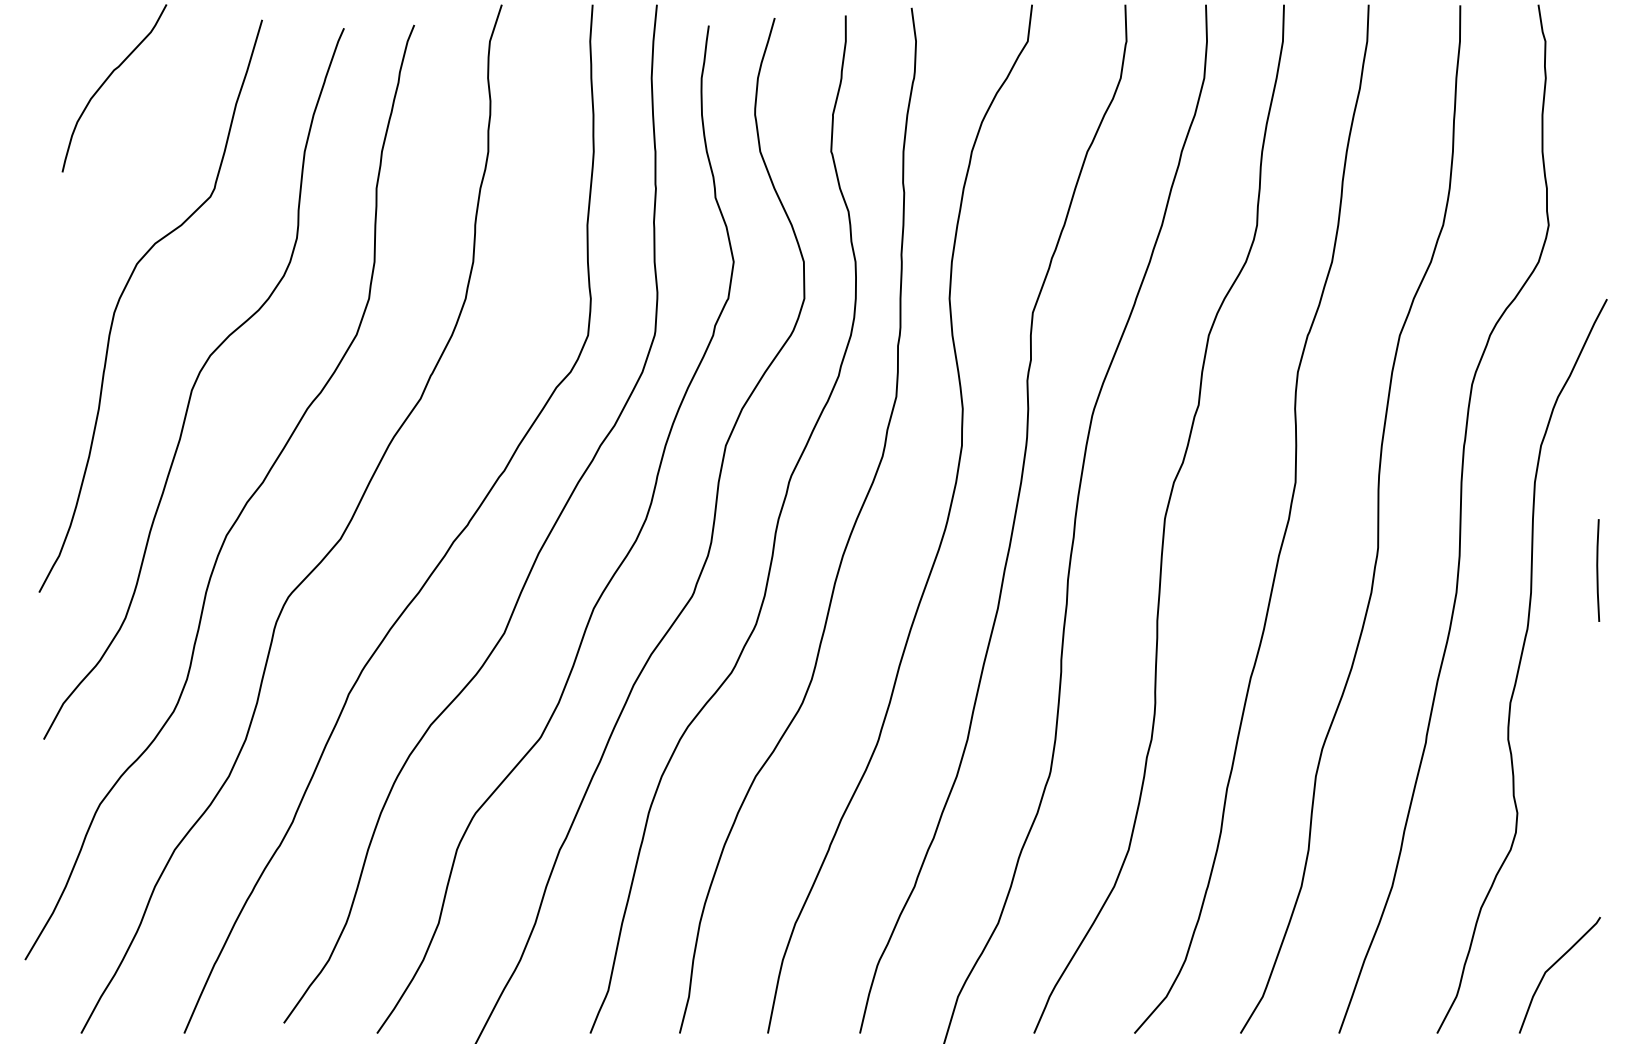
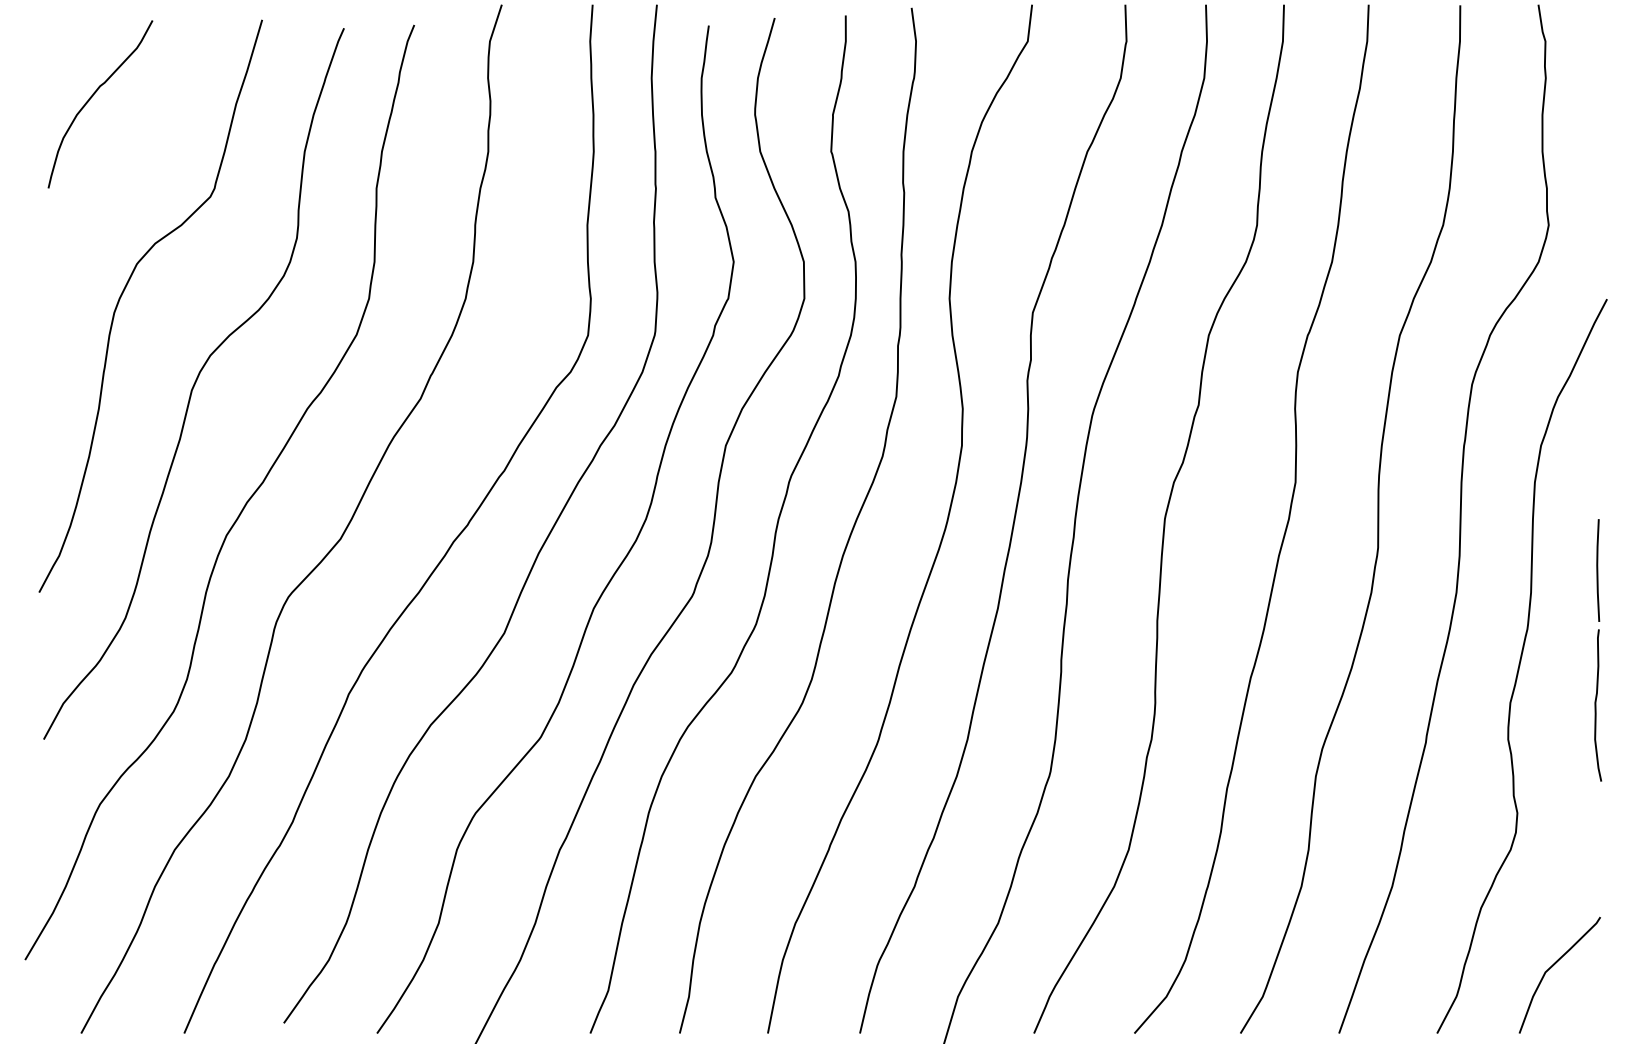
curve at (107, 80) position: (107, 80) -> (93, 96)
curve at (1596, 705): none -> present
